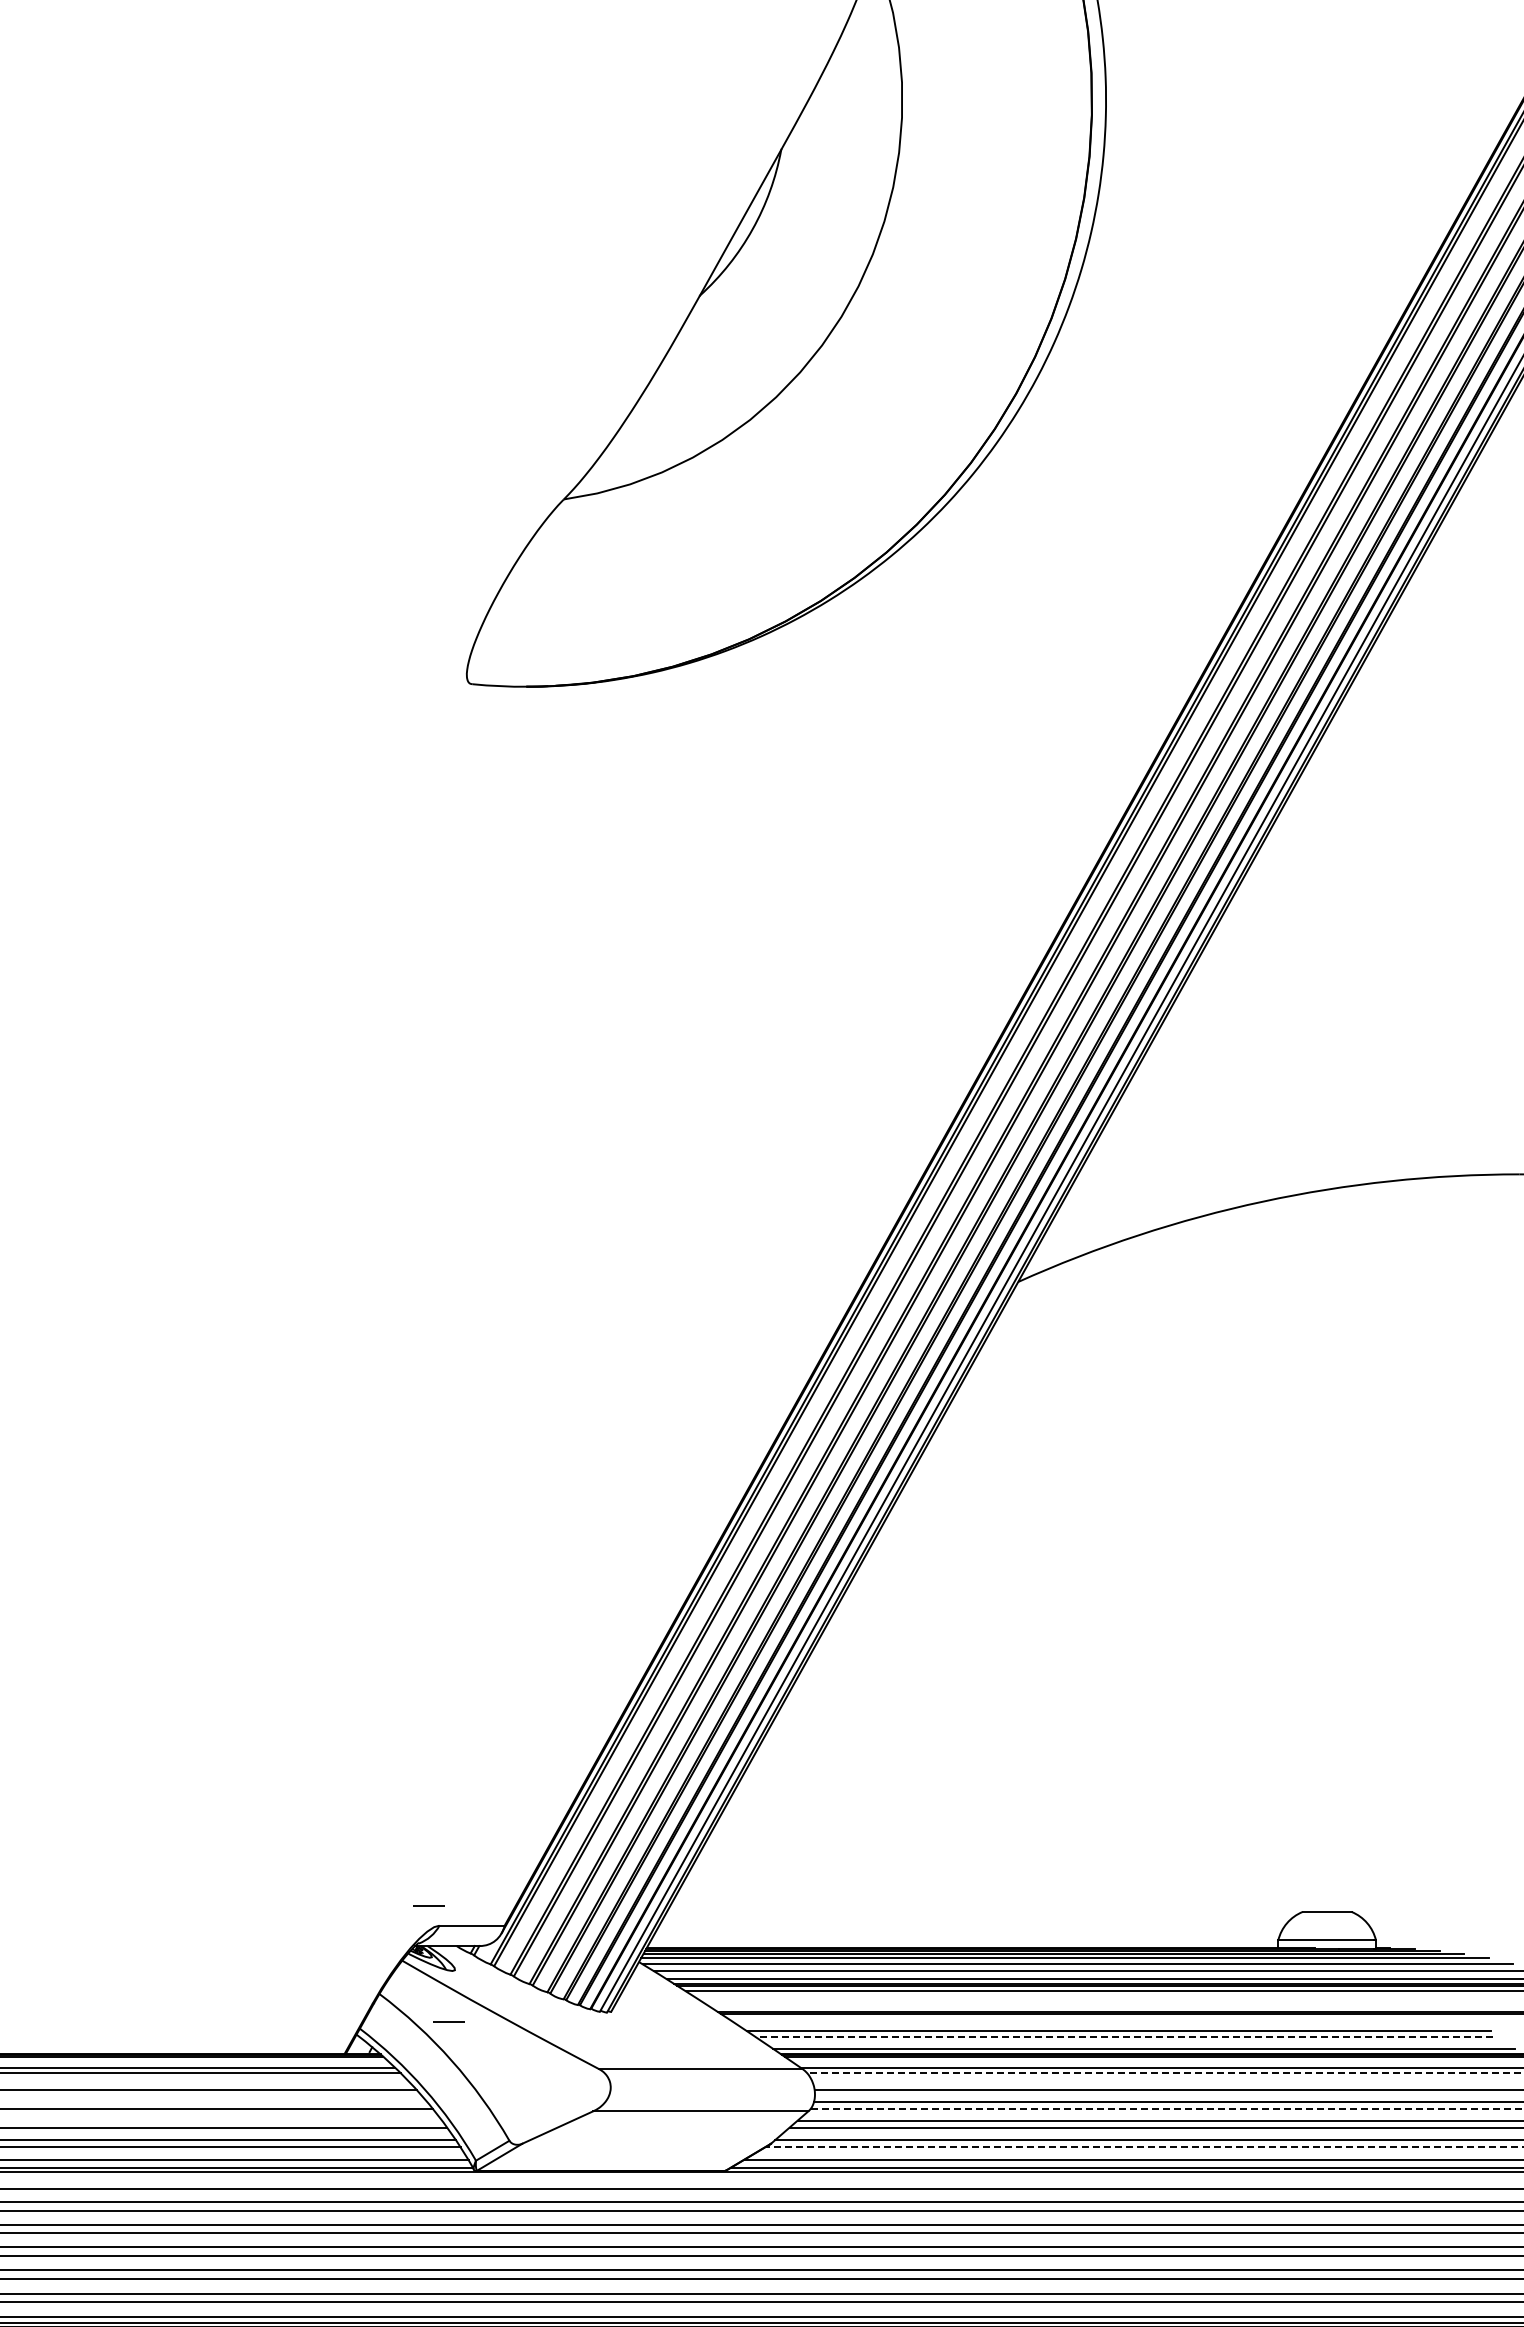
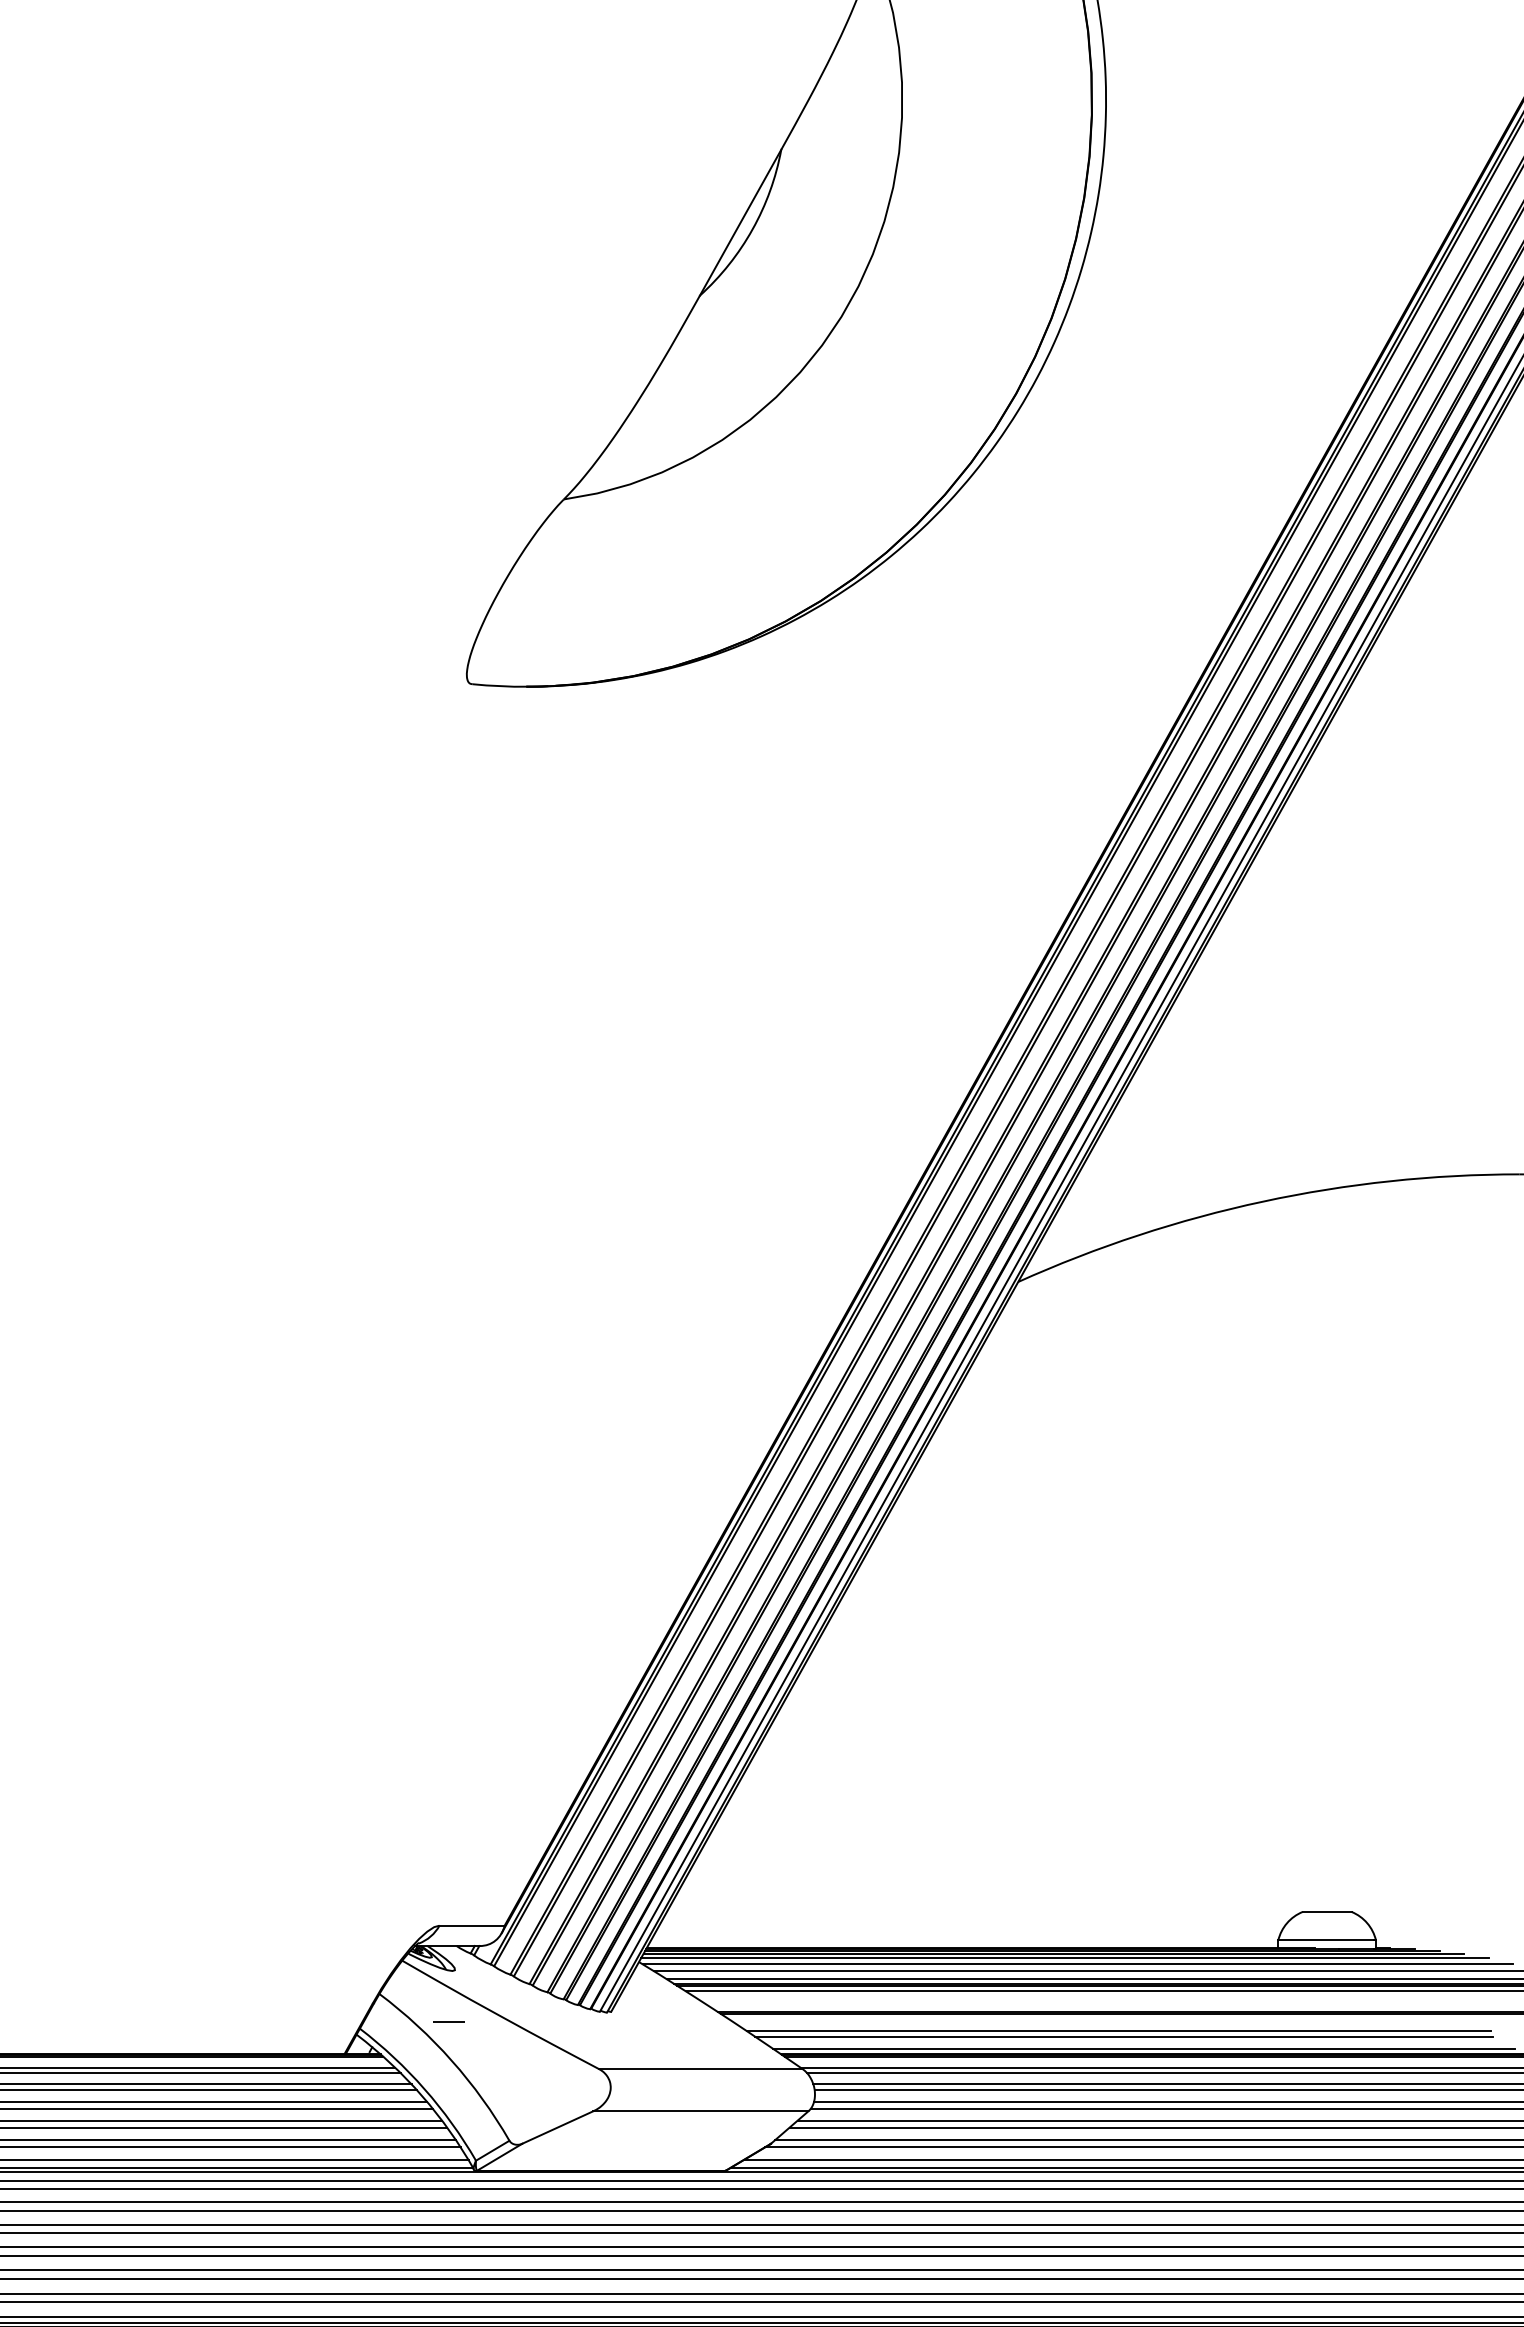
line at (428, 1905): present -> none
line at (1124, 2036): dashed -> solid
line at (1165, 2073): dashed -> solid
line at (206, 2084): none -> present
line at (1166, 2084): none -> present
line at (214, 2102): none -> present
line at (1166, 2108): dashed -> solid
line at (221, 2120): none -> present
line at (1143, 2147): dashed -> solid
line at (761, 2180): none -> present
